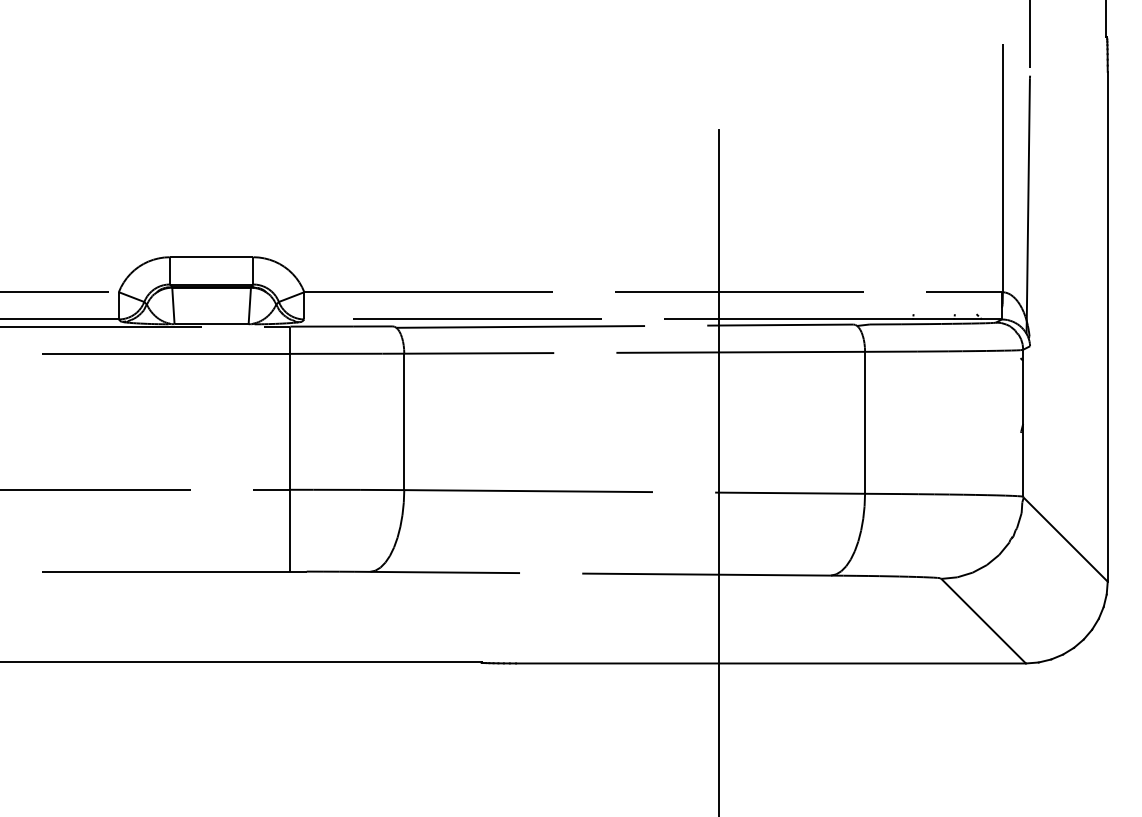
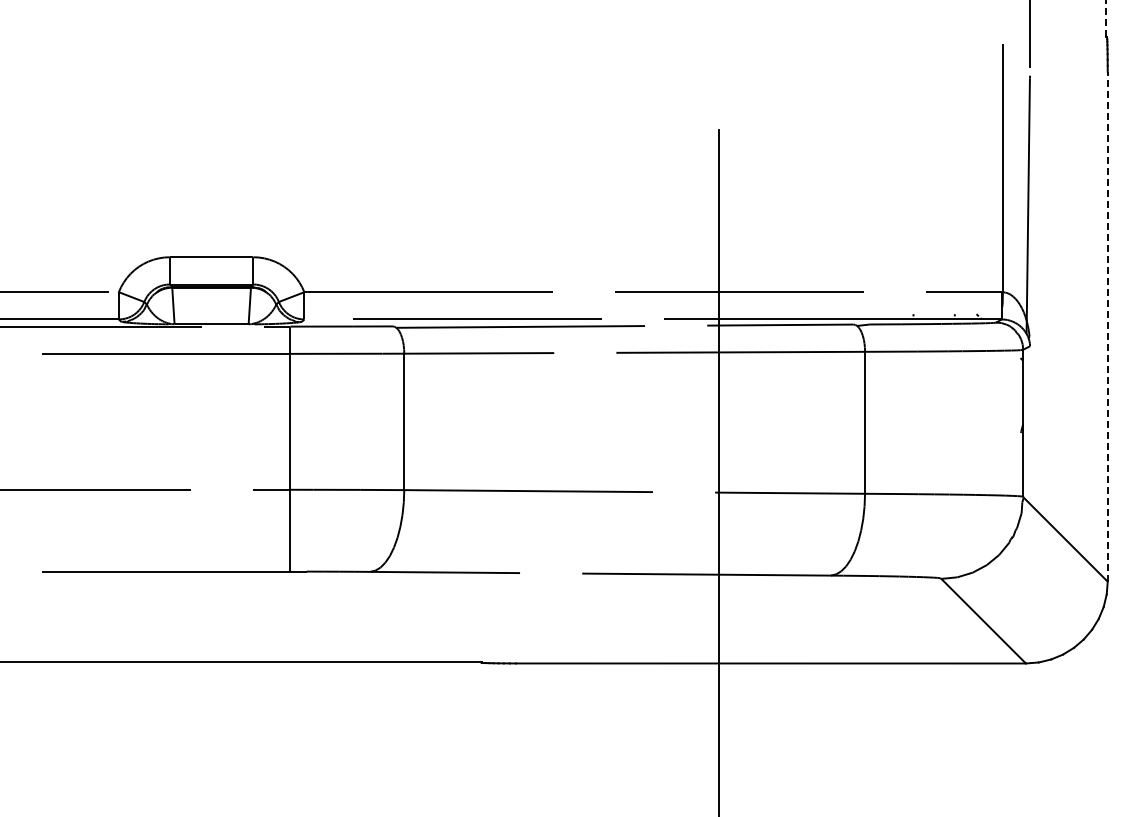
line at (1106, 18): solid -> dashed
line at (1107, 326): solid -> dashed
